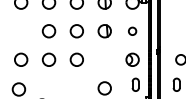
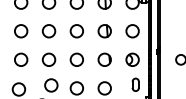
circle at (132, 30) size: 10x10 px -> 15x15 px
circle at (21, 31): none -> present
circle at (104, 59): none -> present
part at (176, 84): present -> none
circle at (51, 85): none -> present
circle at (76, 88): none -> present
